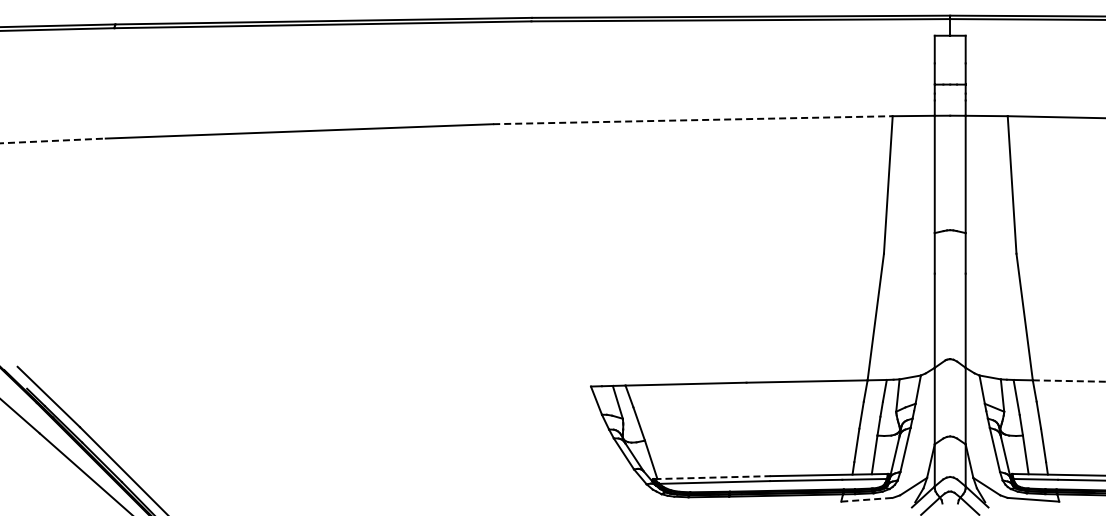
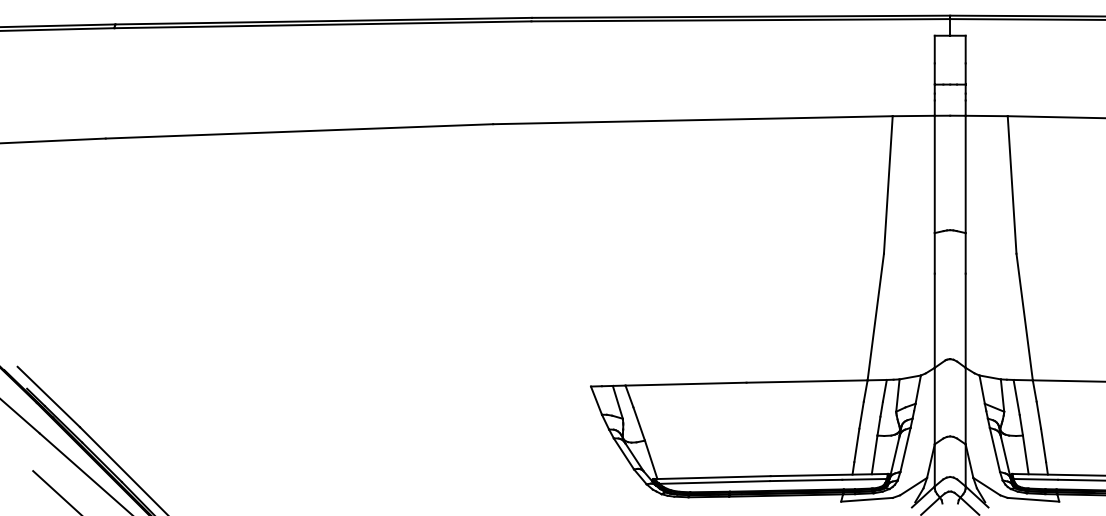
line at (692, 120): dashed -> solid
line at (53, 140): dashed -> solid
line at (1069, 381): dashed -> solid
line at (713, 477): dashed -> solid
line at (56, 491): none -> present
line at (867, 499): dashed -> solid
